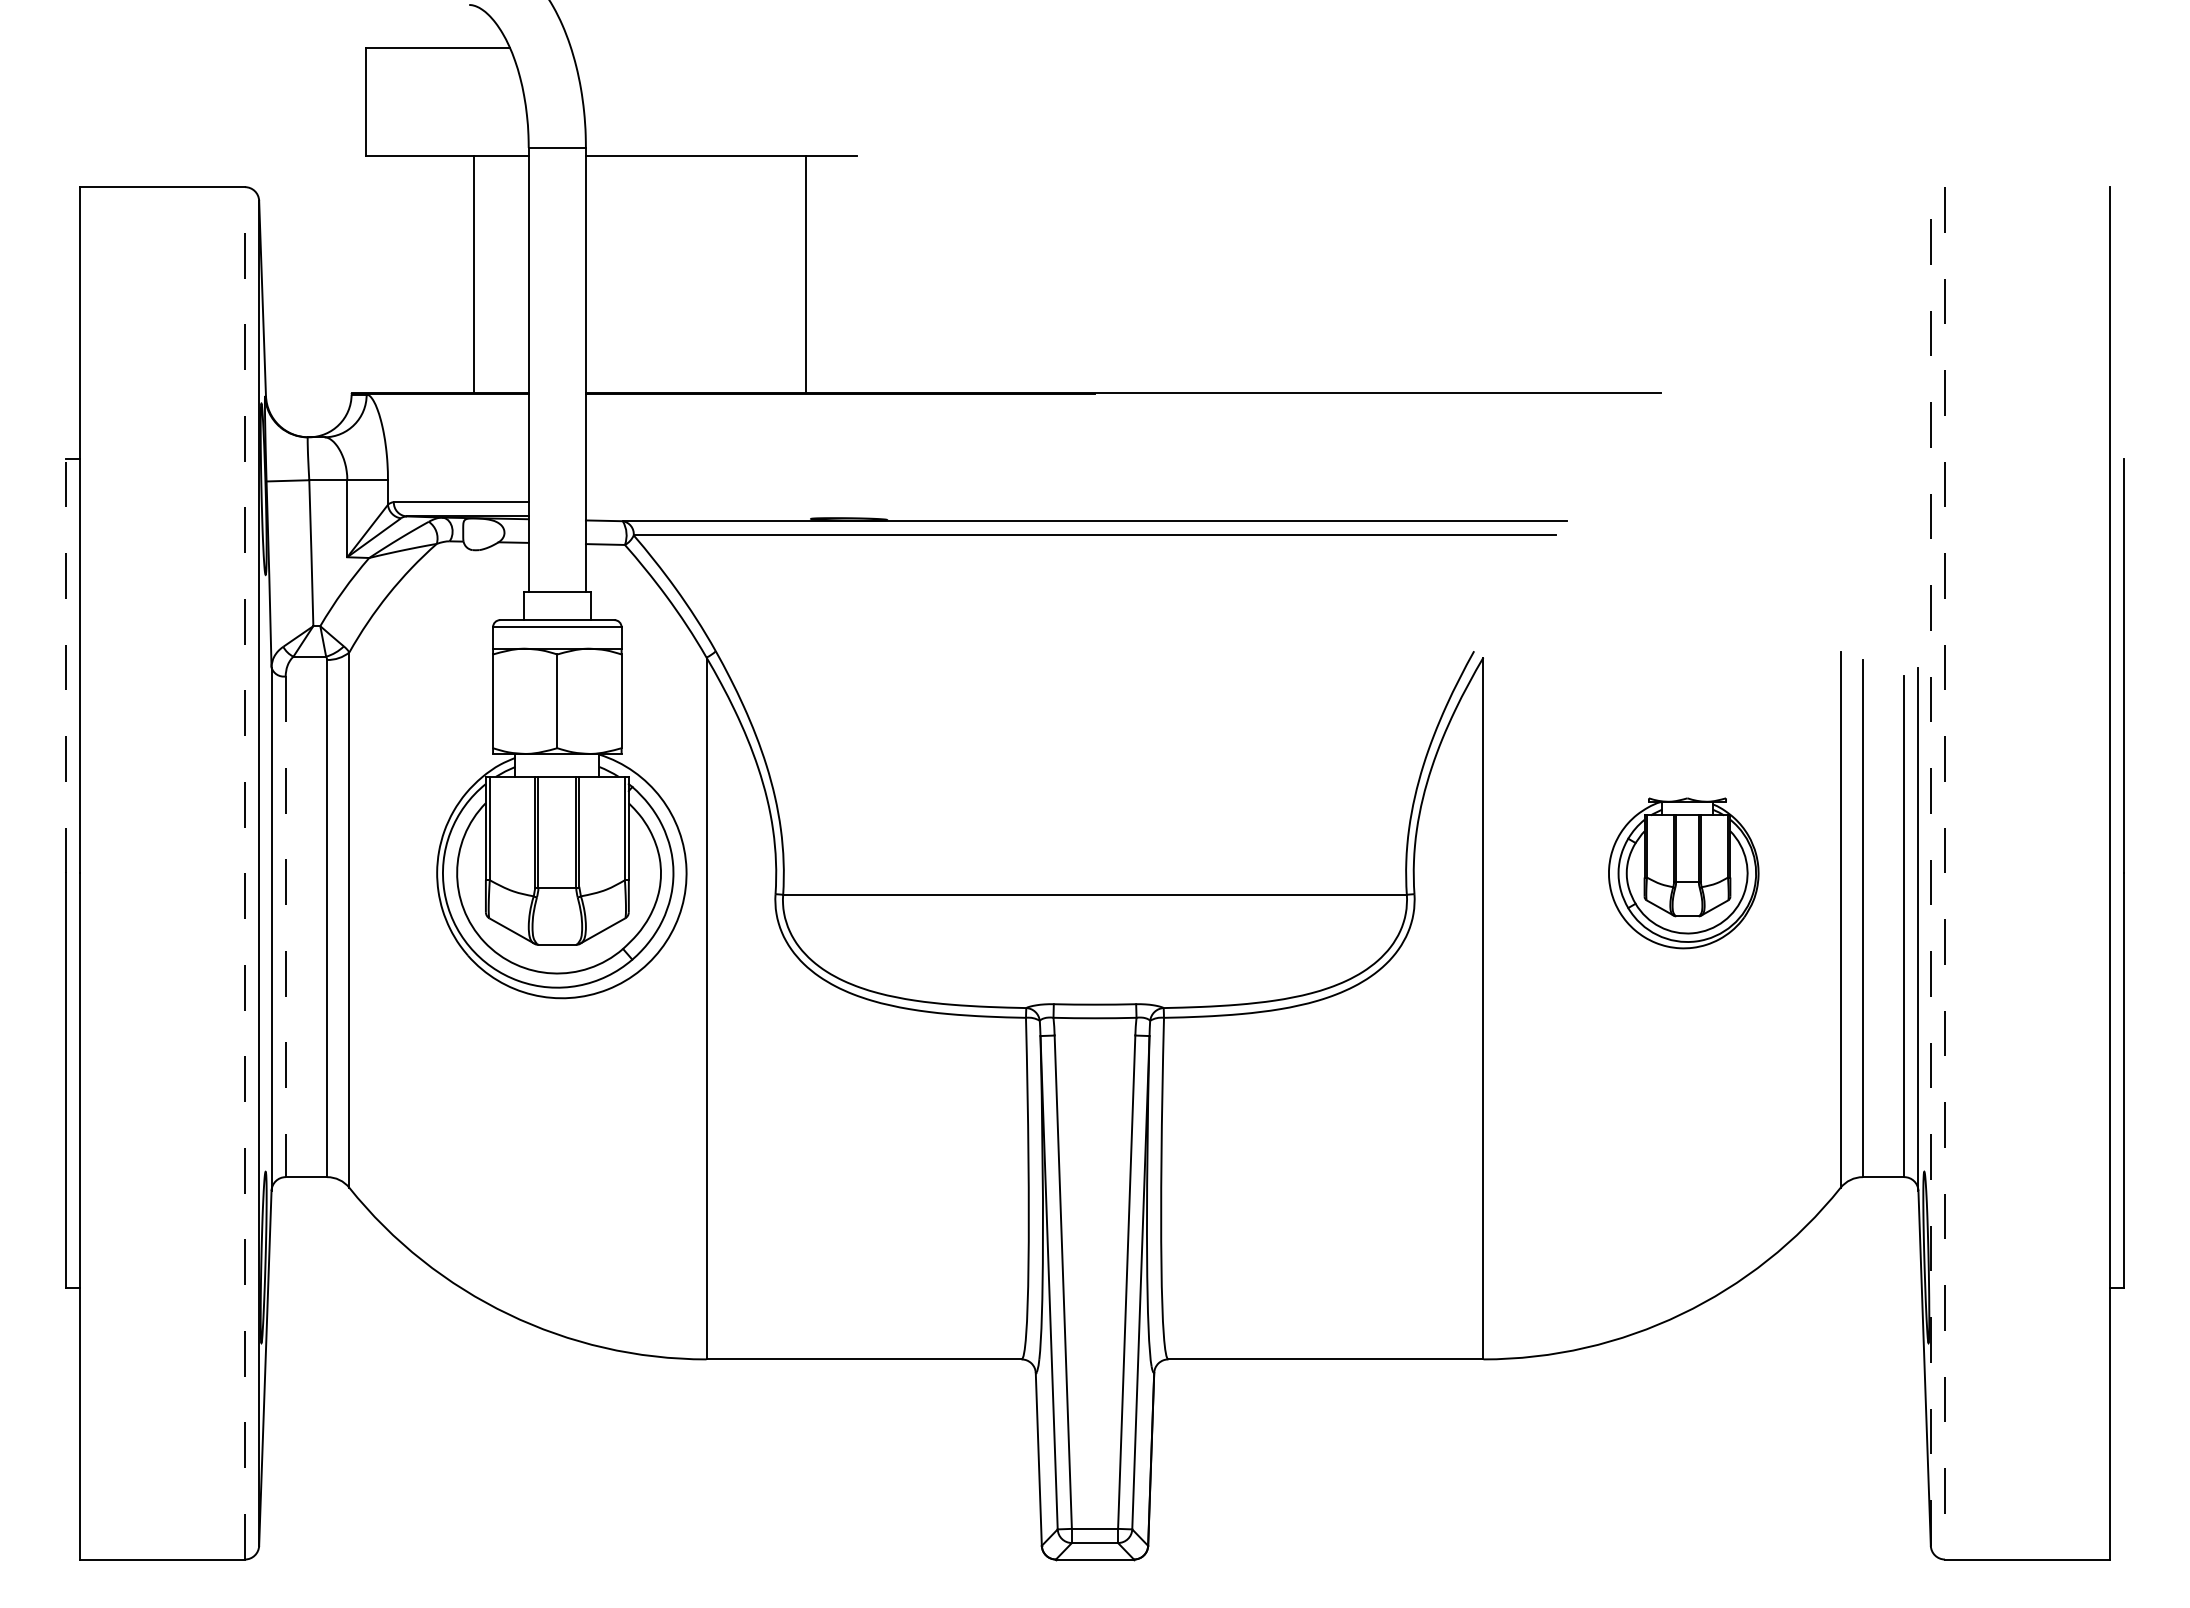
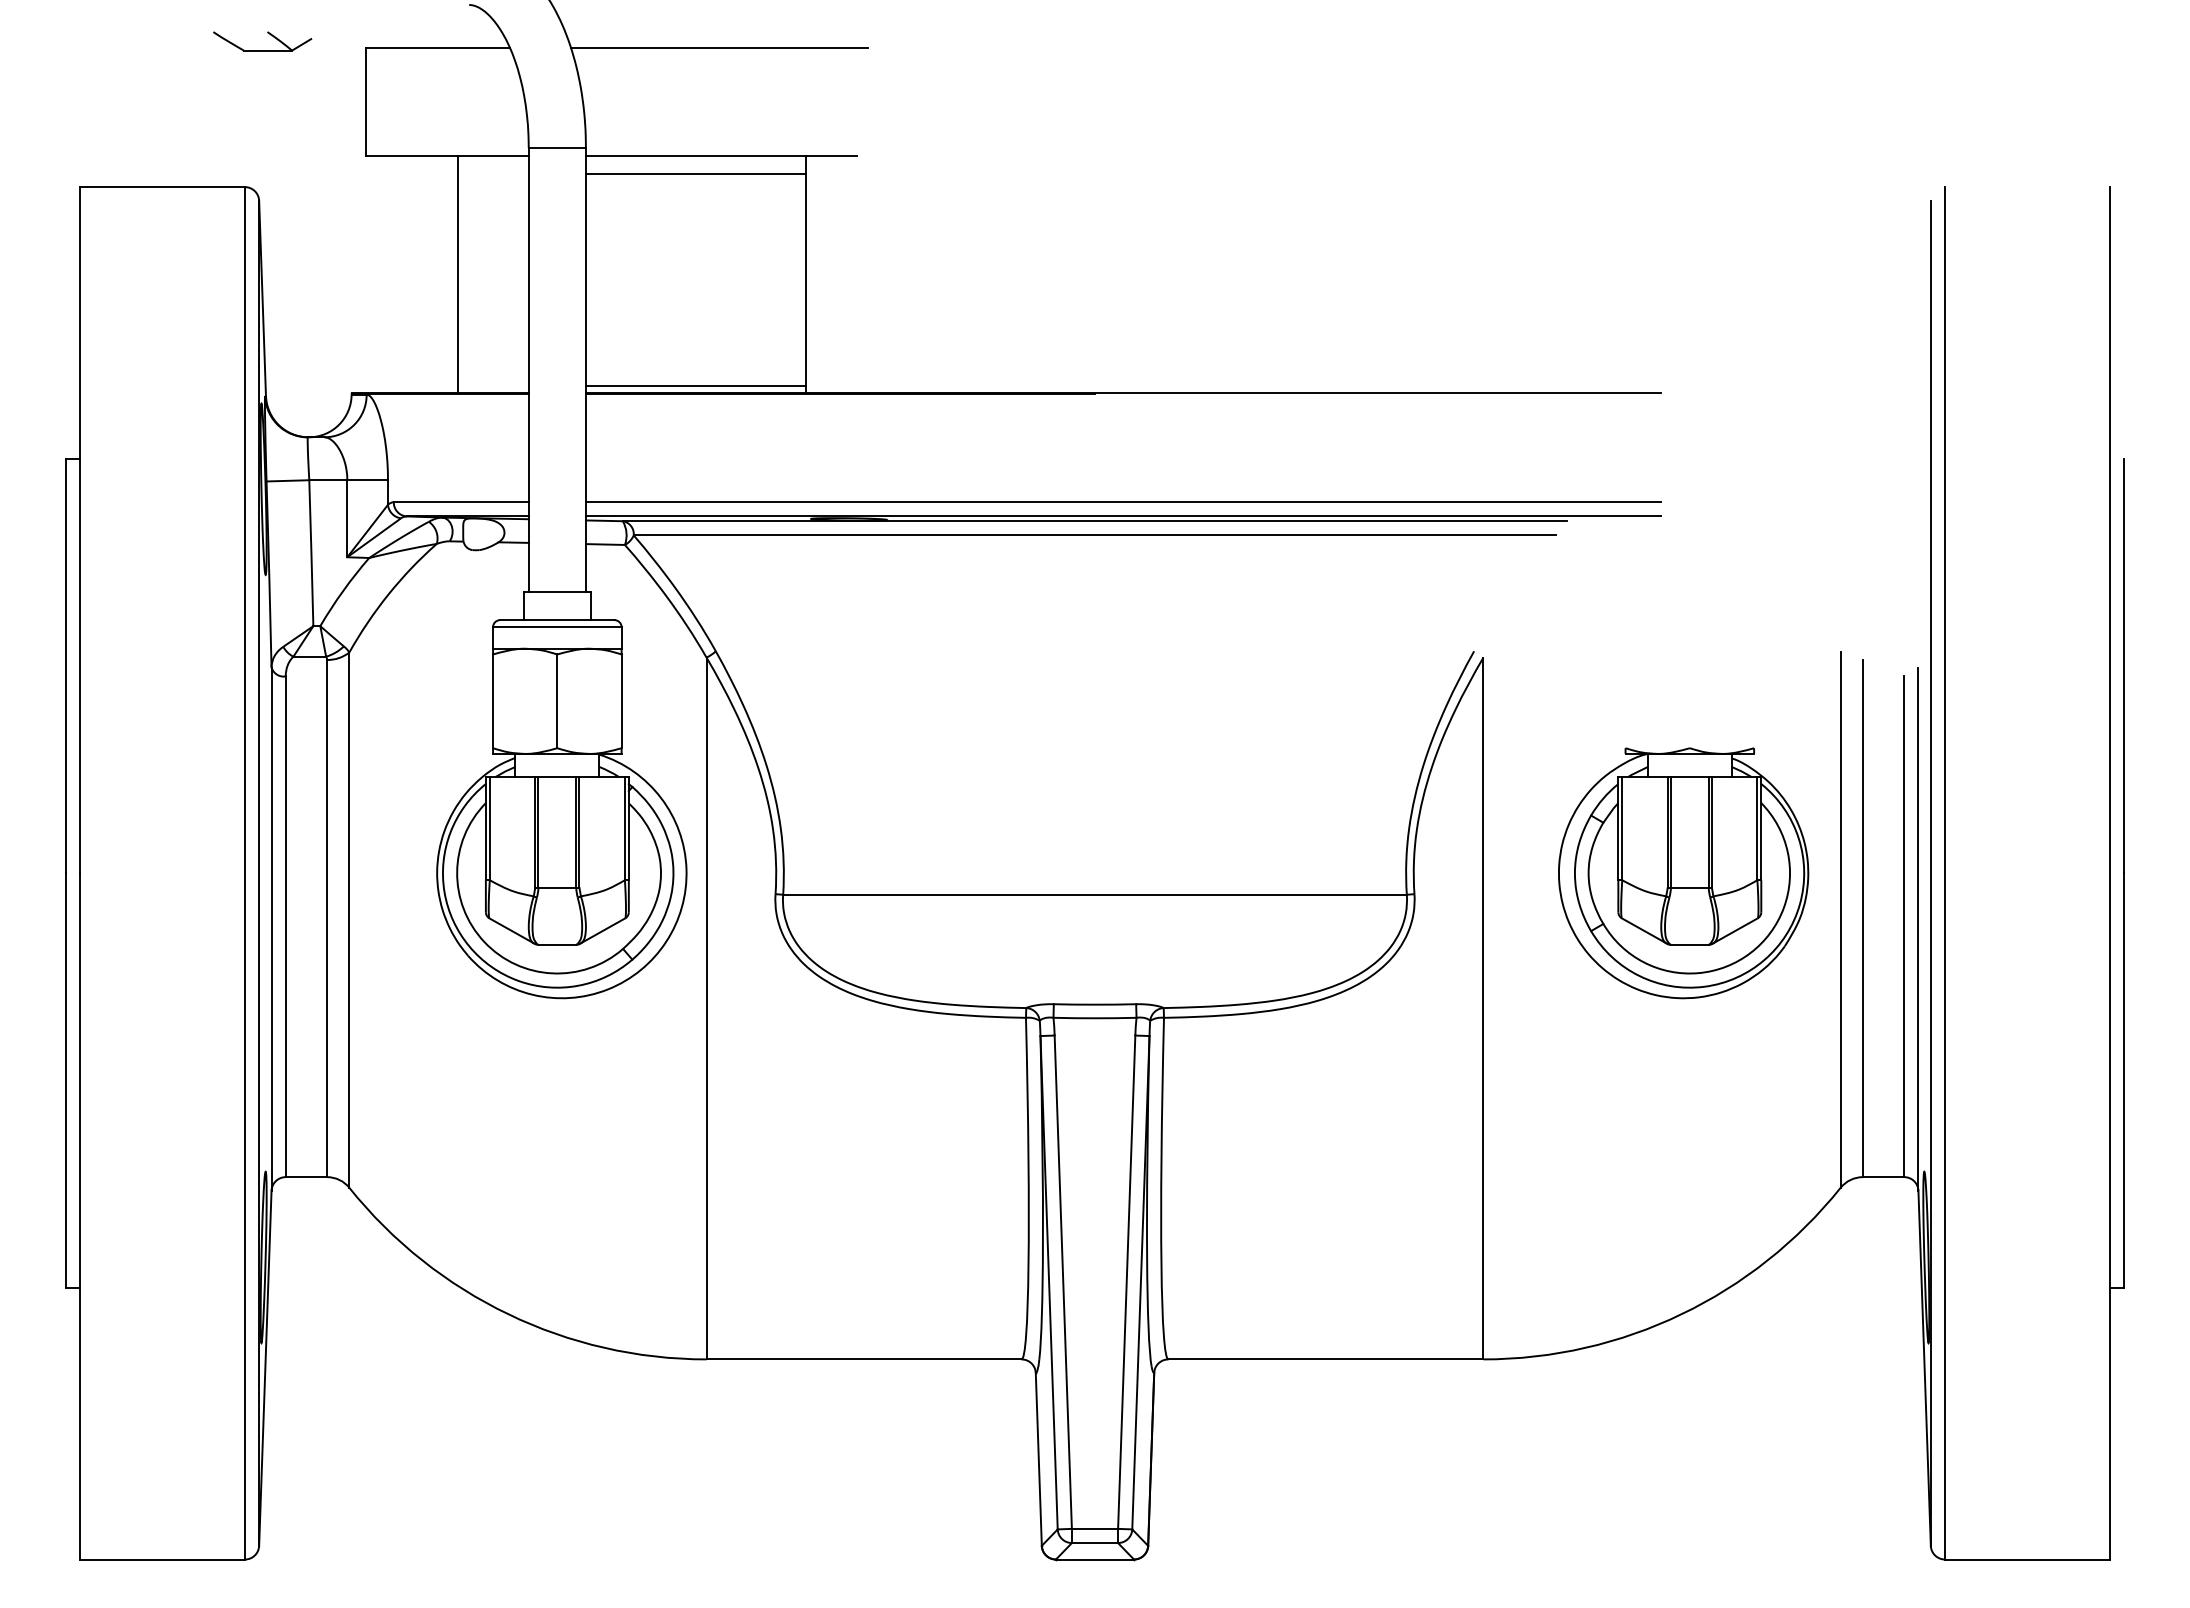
line at (718, 48): none -> present
part at (262, 50): none -> present
line at (695, 173): none -> present
line at (473, 274) position: (473, 274) -> (457, 274)
line at (695, 385): none -> present
line at (1123, 502): none -> present
line at (1123, 516): none -> present
line at (65, 665): dashed -> solid
line at (244, 872): dashed -> solid
part at (1683, 873) size: 152x153 px -> 252x253 px
line at (1930, 873): dashed -> solid
line at (1945, 873): dashed -> solid
line at (285, 927): dashed -> solid
